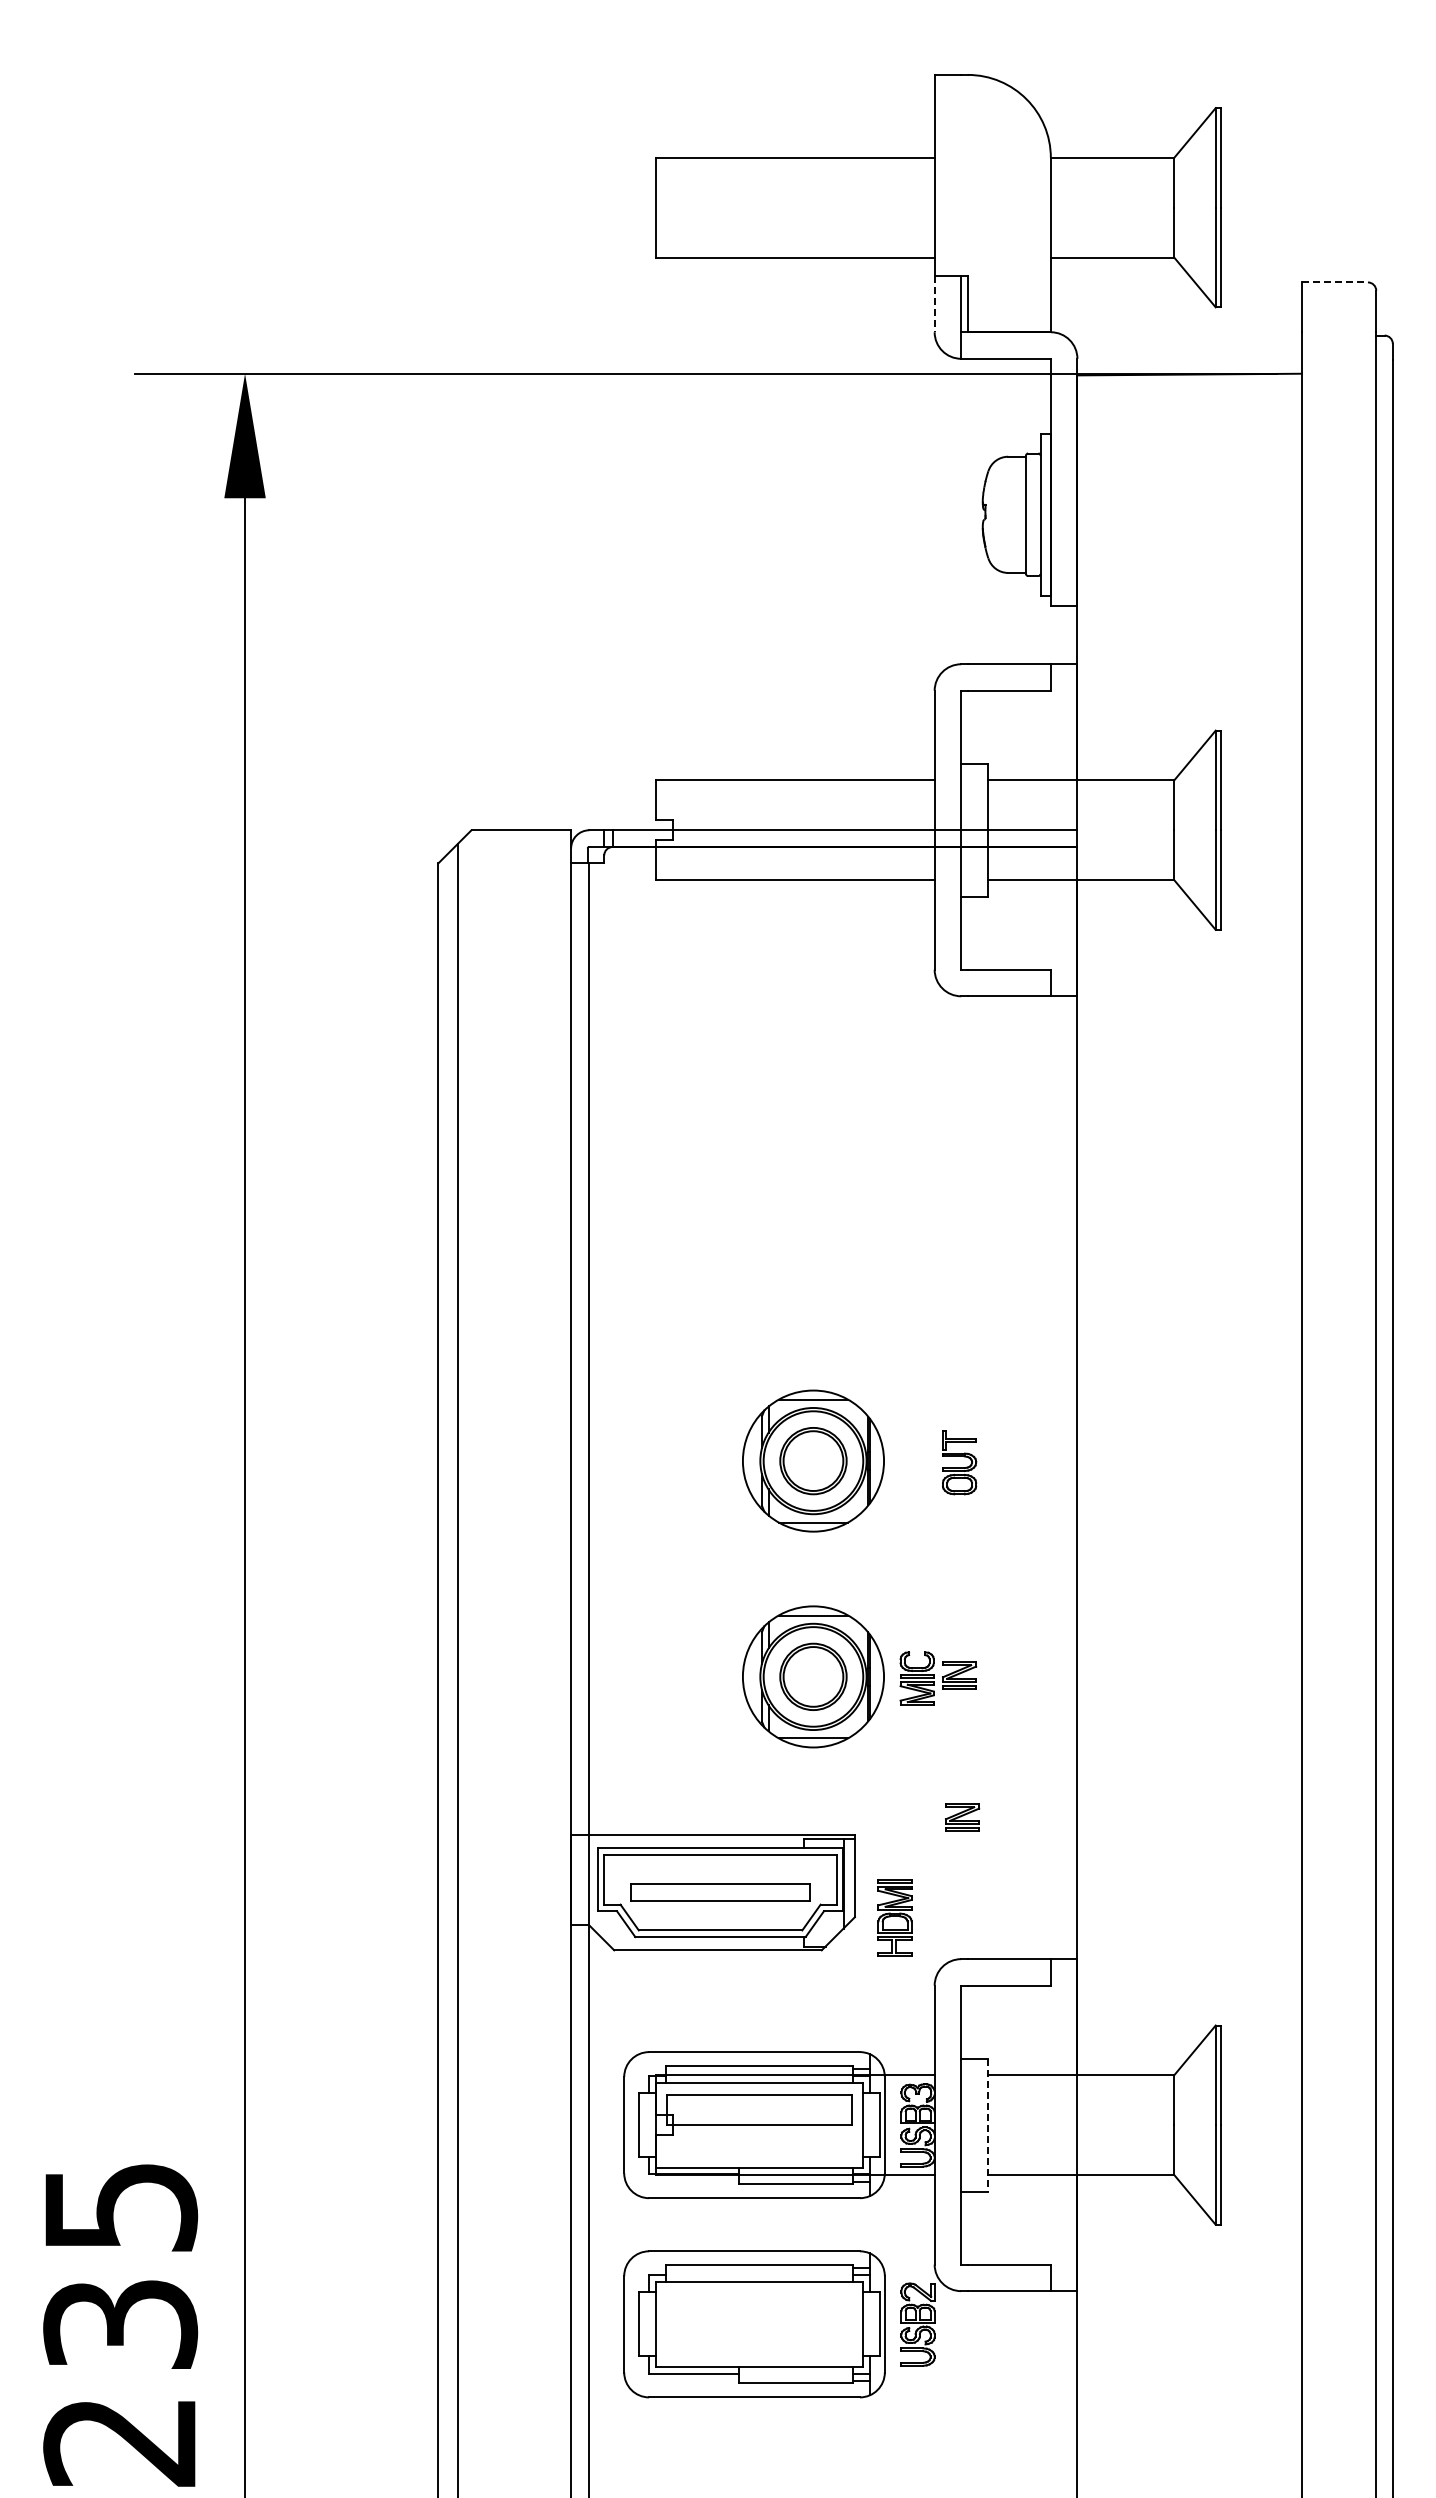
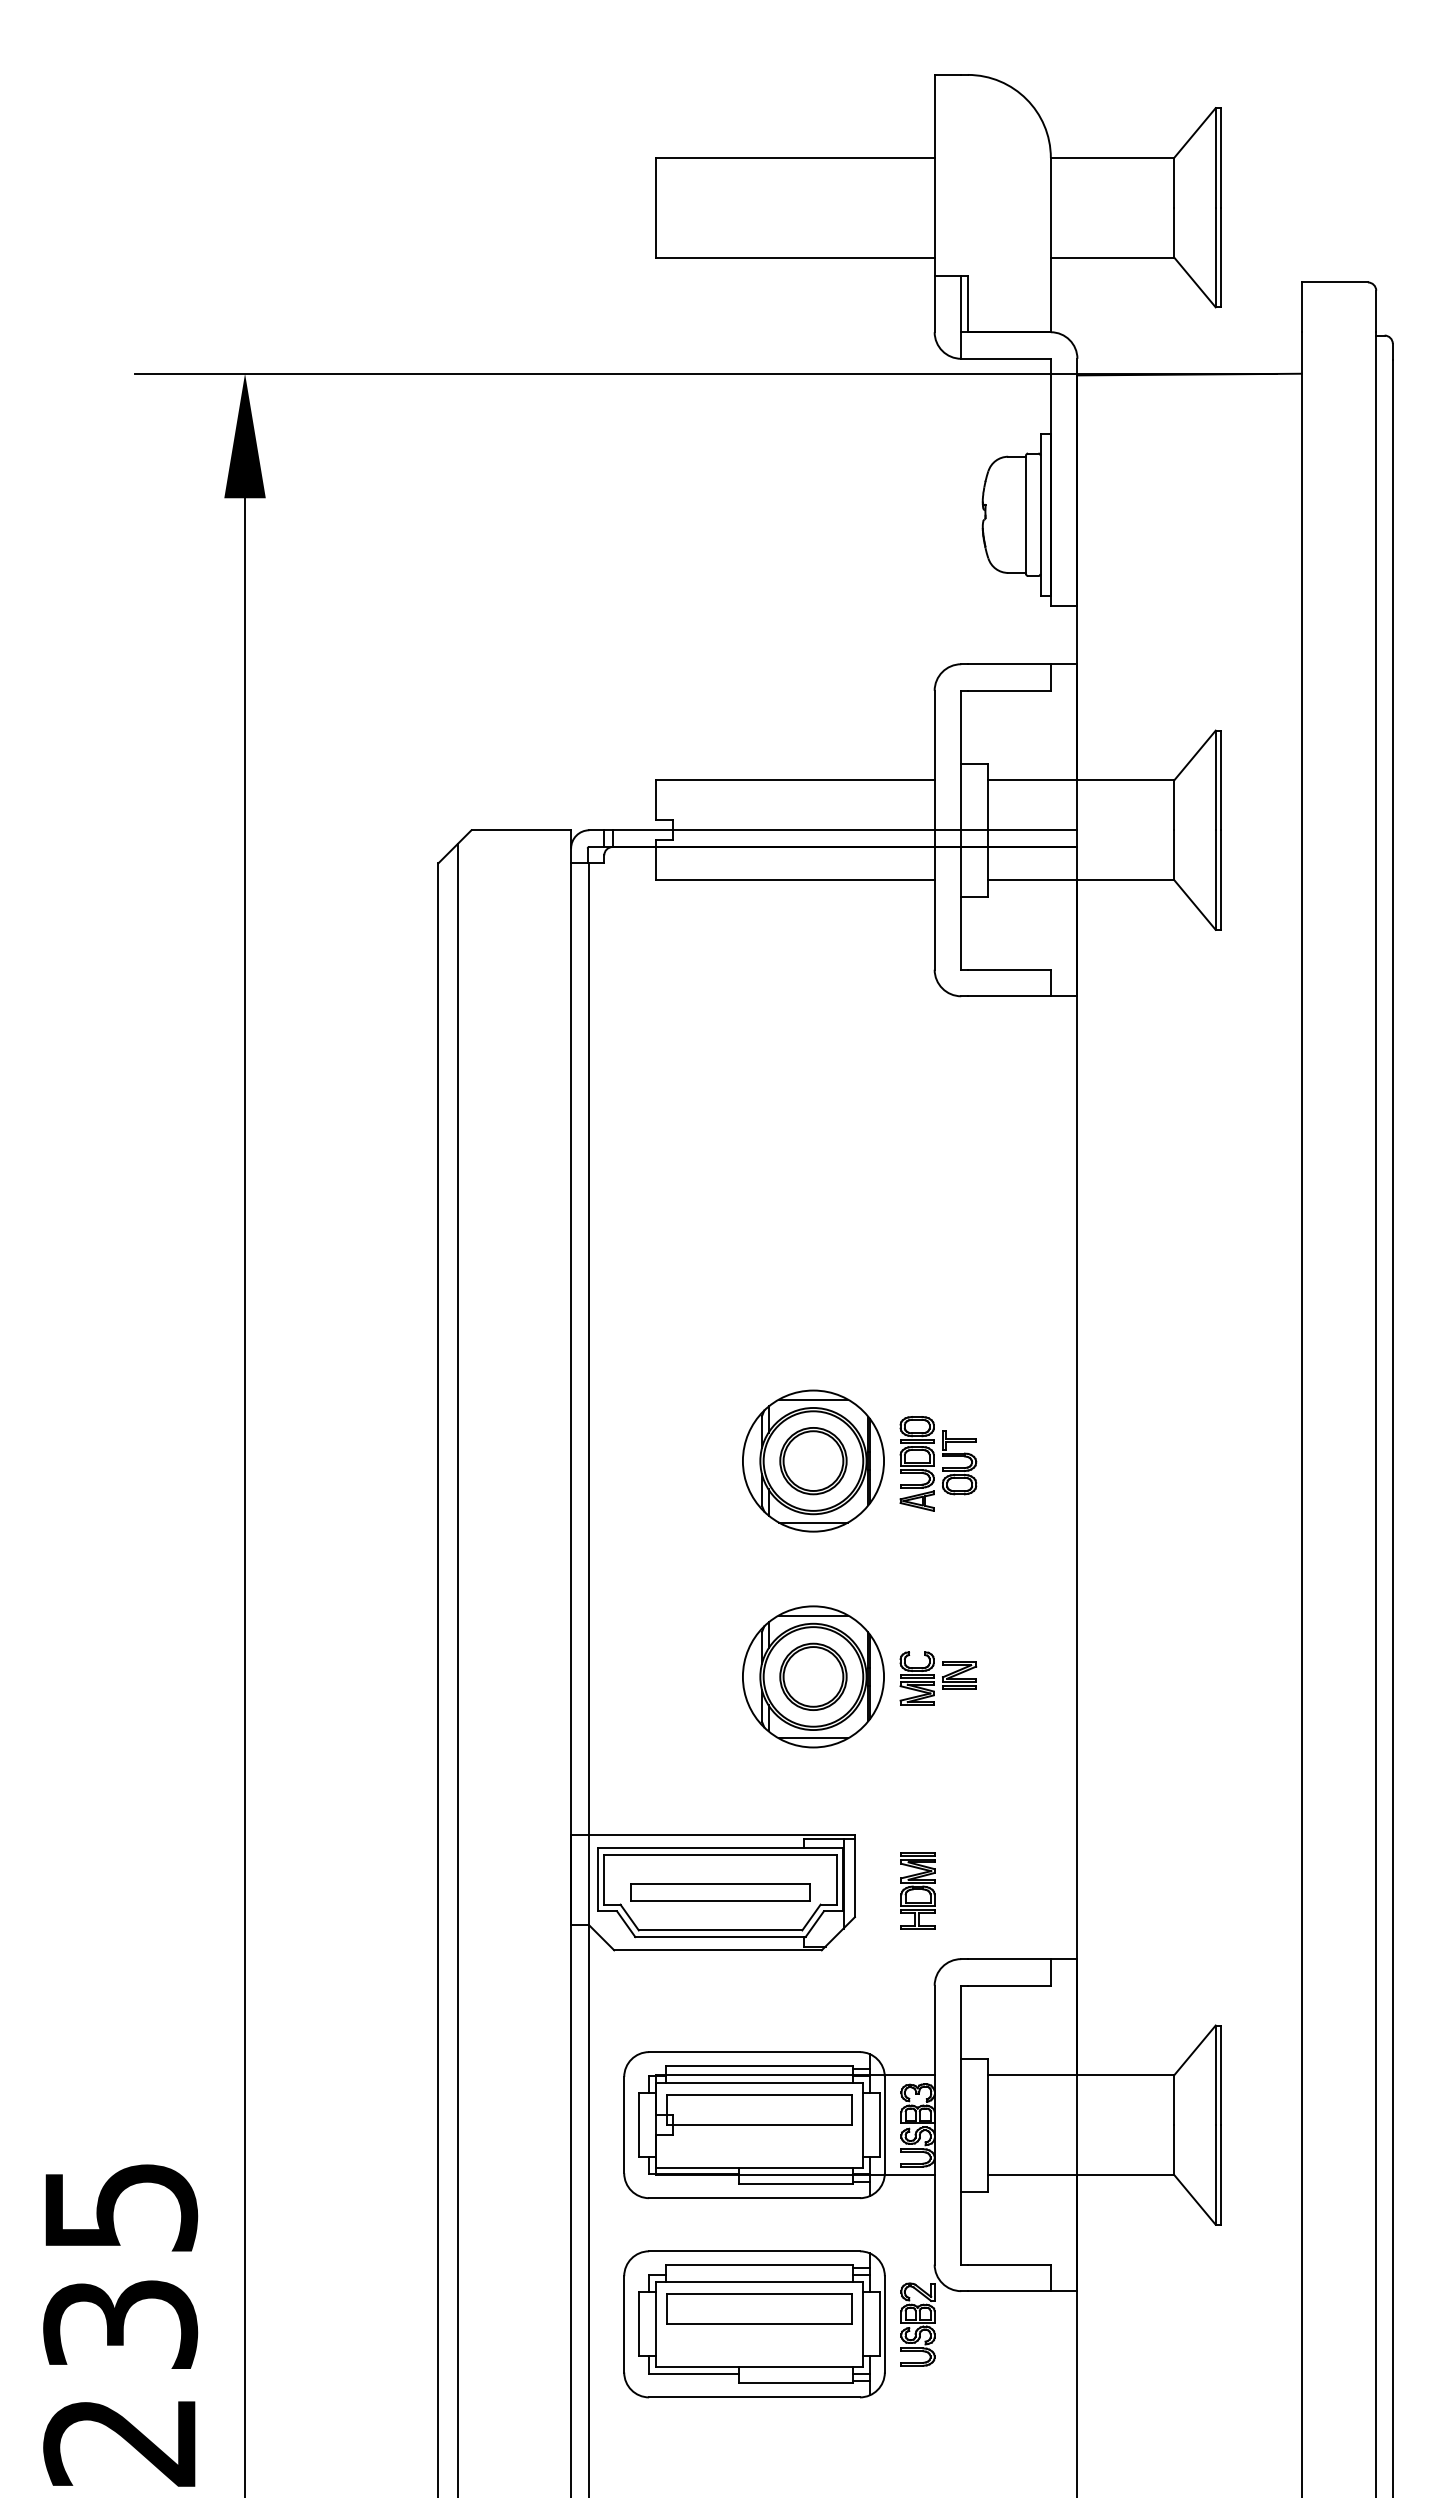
line at (1335, 282): dashed -> solid
line at (934, 304): dashed -> solid
part at (916, 1463): none -> present
part at (962, 1817): present -> none
part at (894, 1917) position: (894, 1917) -> (917, 1890)
line at (987, 2125): dashed -> solid
part at (759, 2308): none -> present
